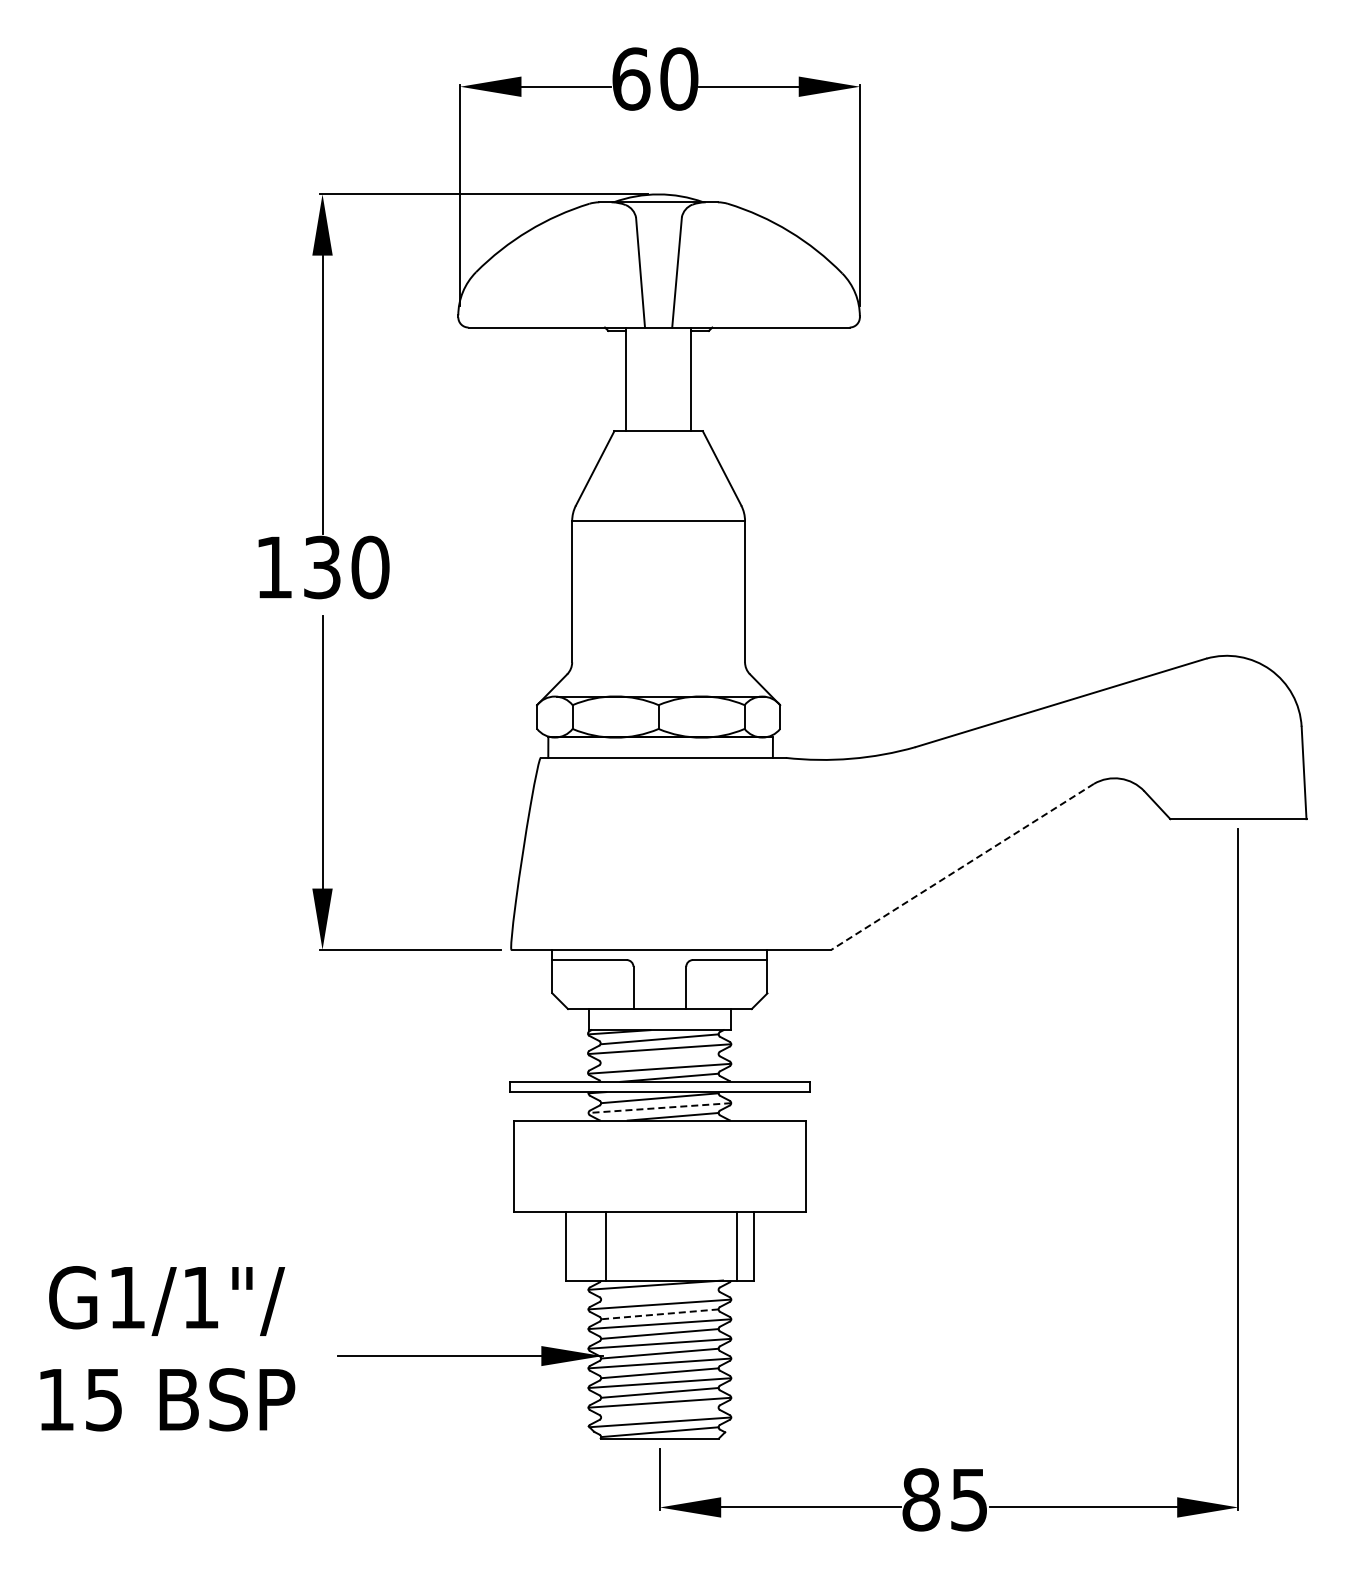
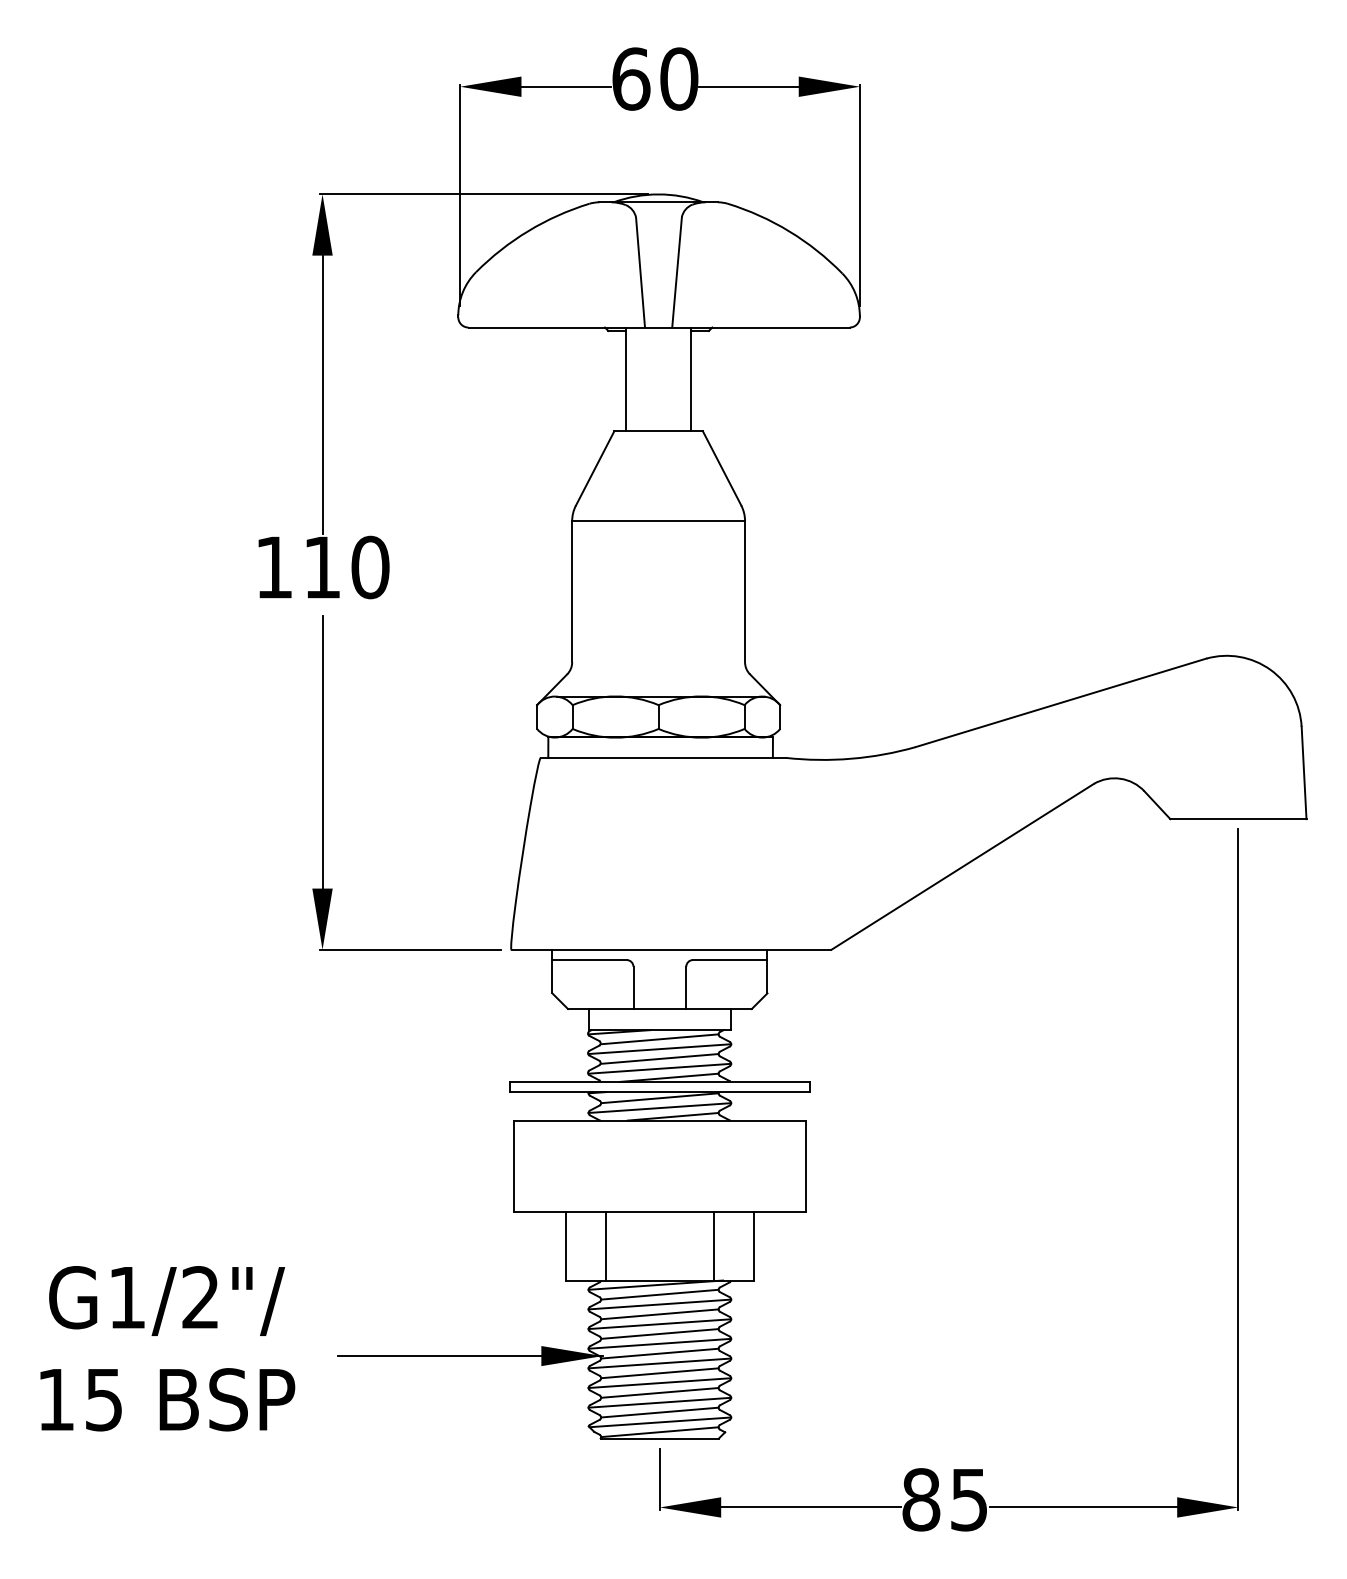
text at (322, 567): 130 -> 110
line at (962, 867): dashed -> solid
line at (659, 1058): none -> present
line at (659, 1108): dashed -> solid
line at (736, 1246) position: (736, 1246) -> (713, 1246)
line at (659, 1294): none -> present
text at (200, 1297): G1/1"/ -> G1/2"/
line at (659, 1314): dashed -> solid
line at (659, 1412): none -> present
